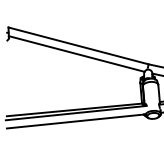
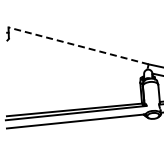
line at (78, 45): solid -> dashed
line at (76, 53): present -> none
